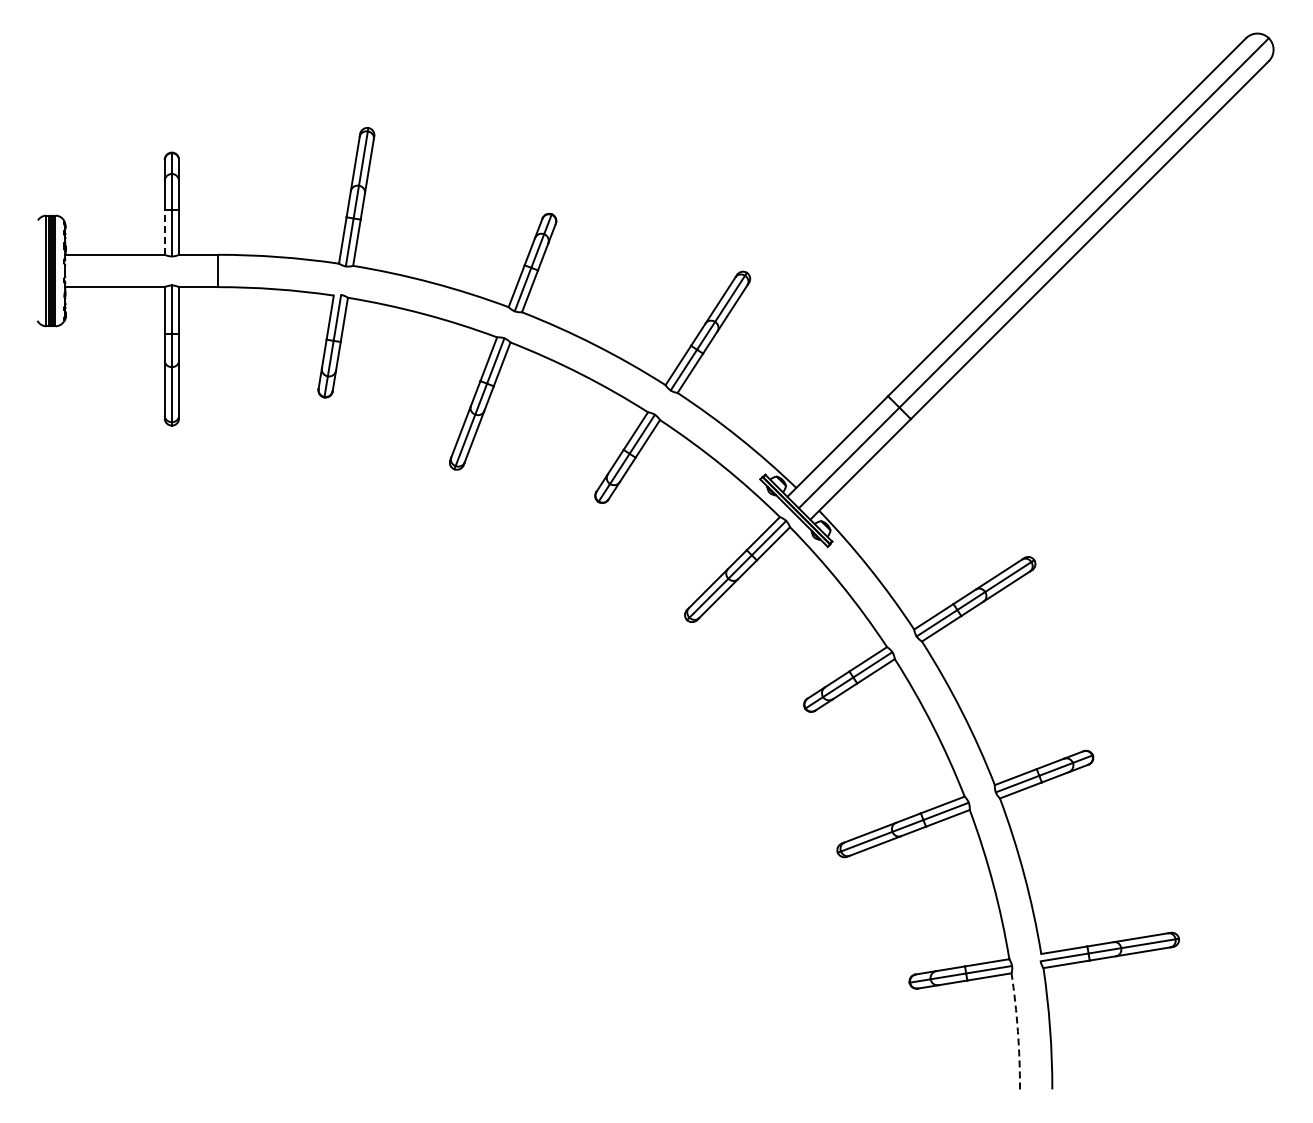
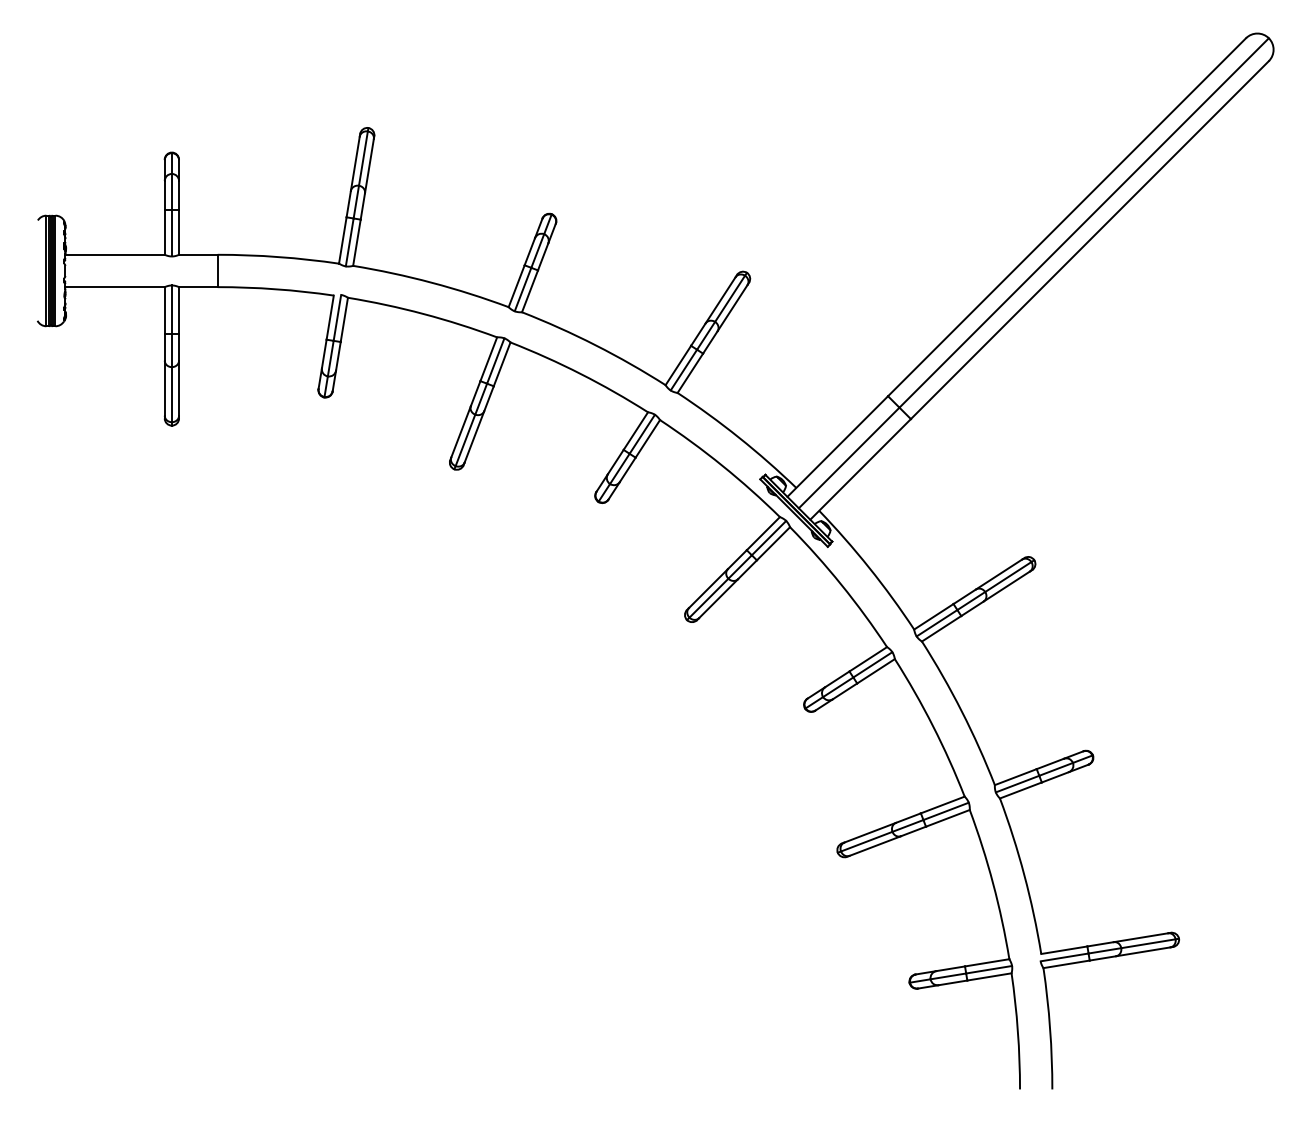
line at (164, 231): dashed -> solid
arc at (1017, 1031): dashed -> solid
